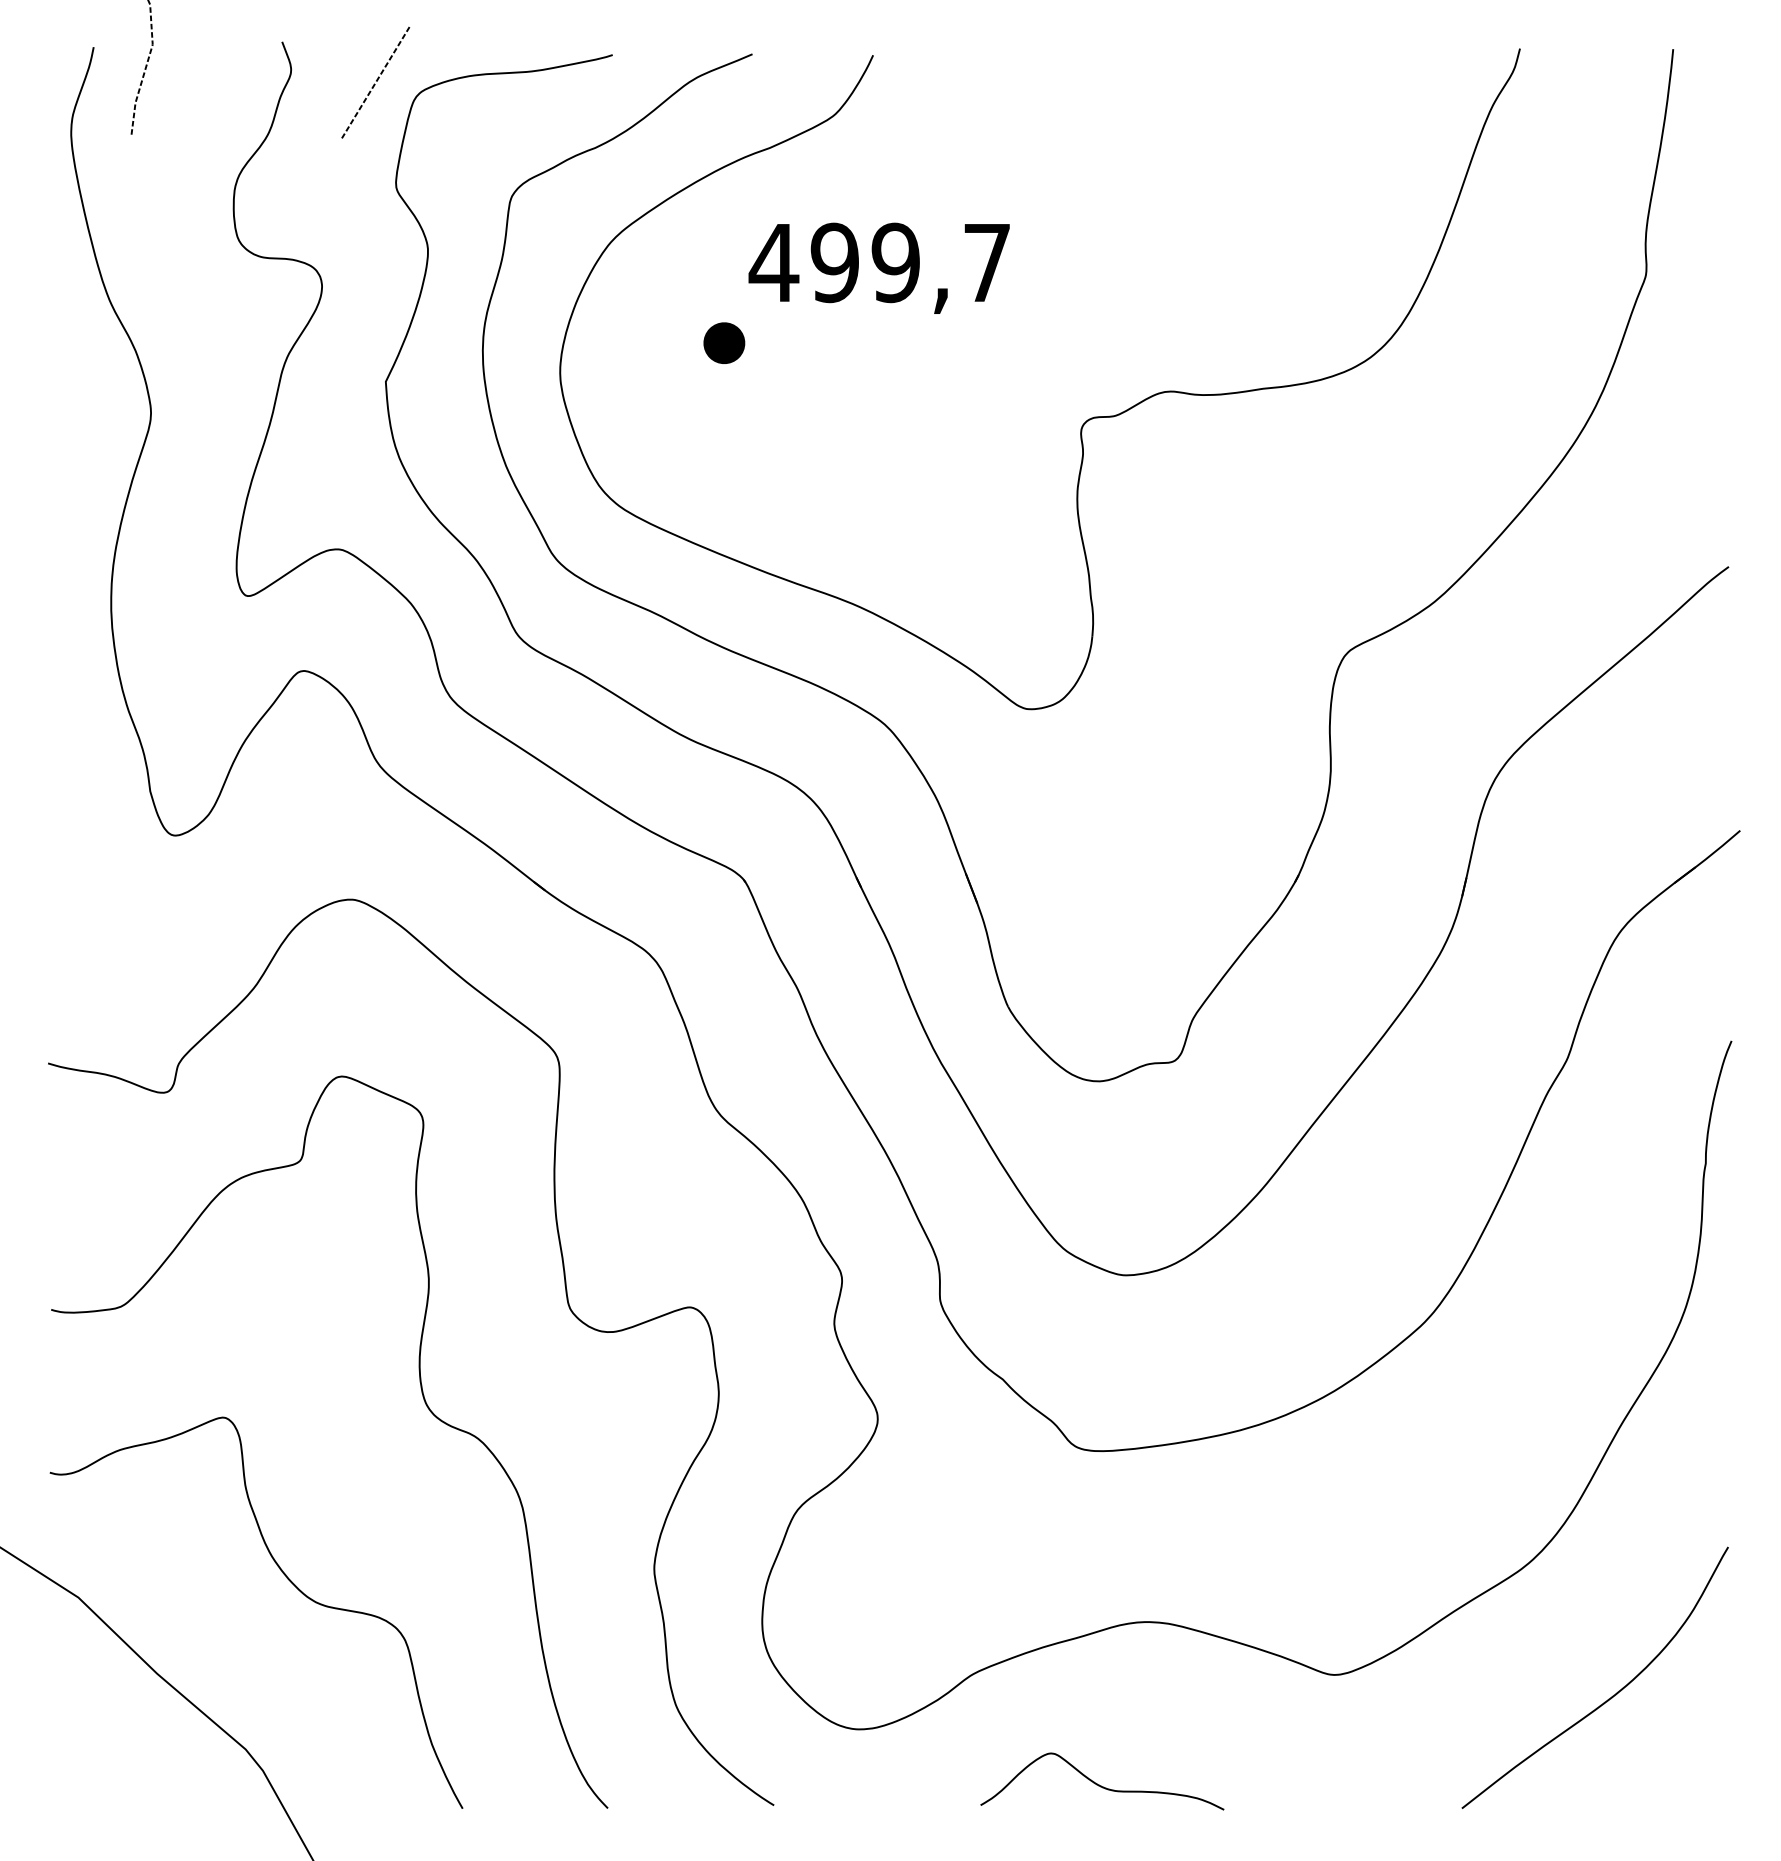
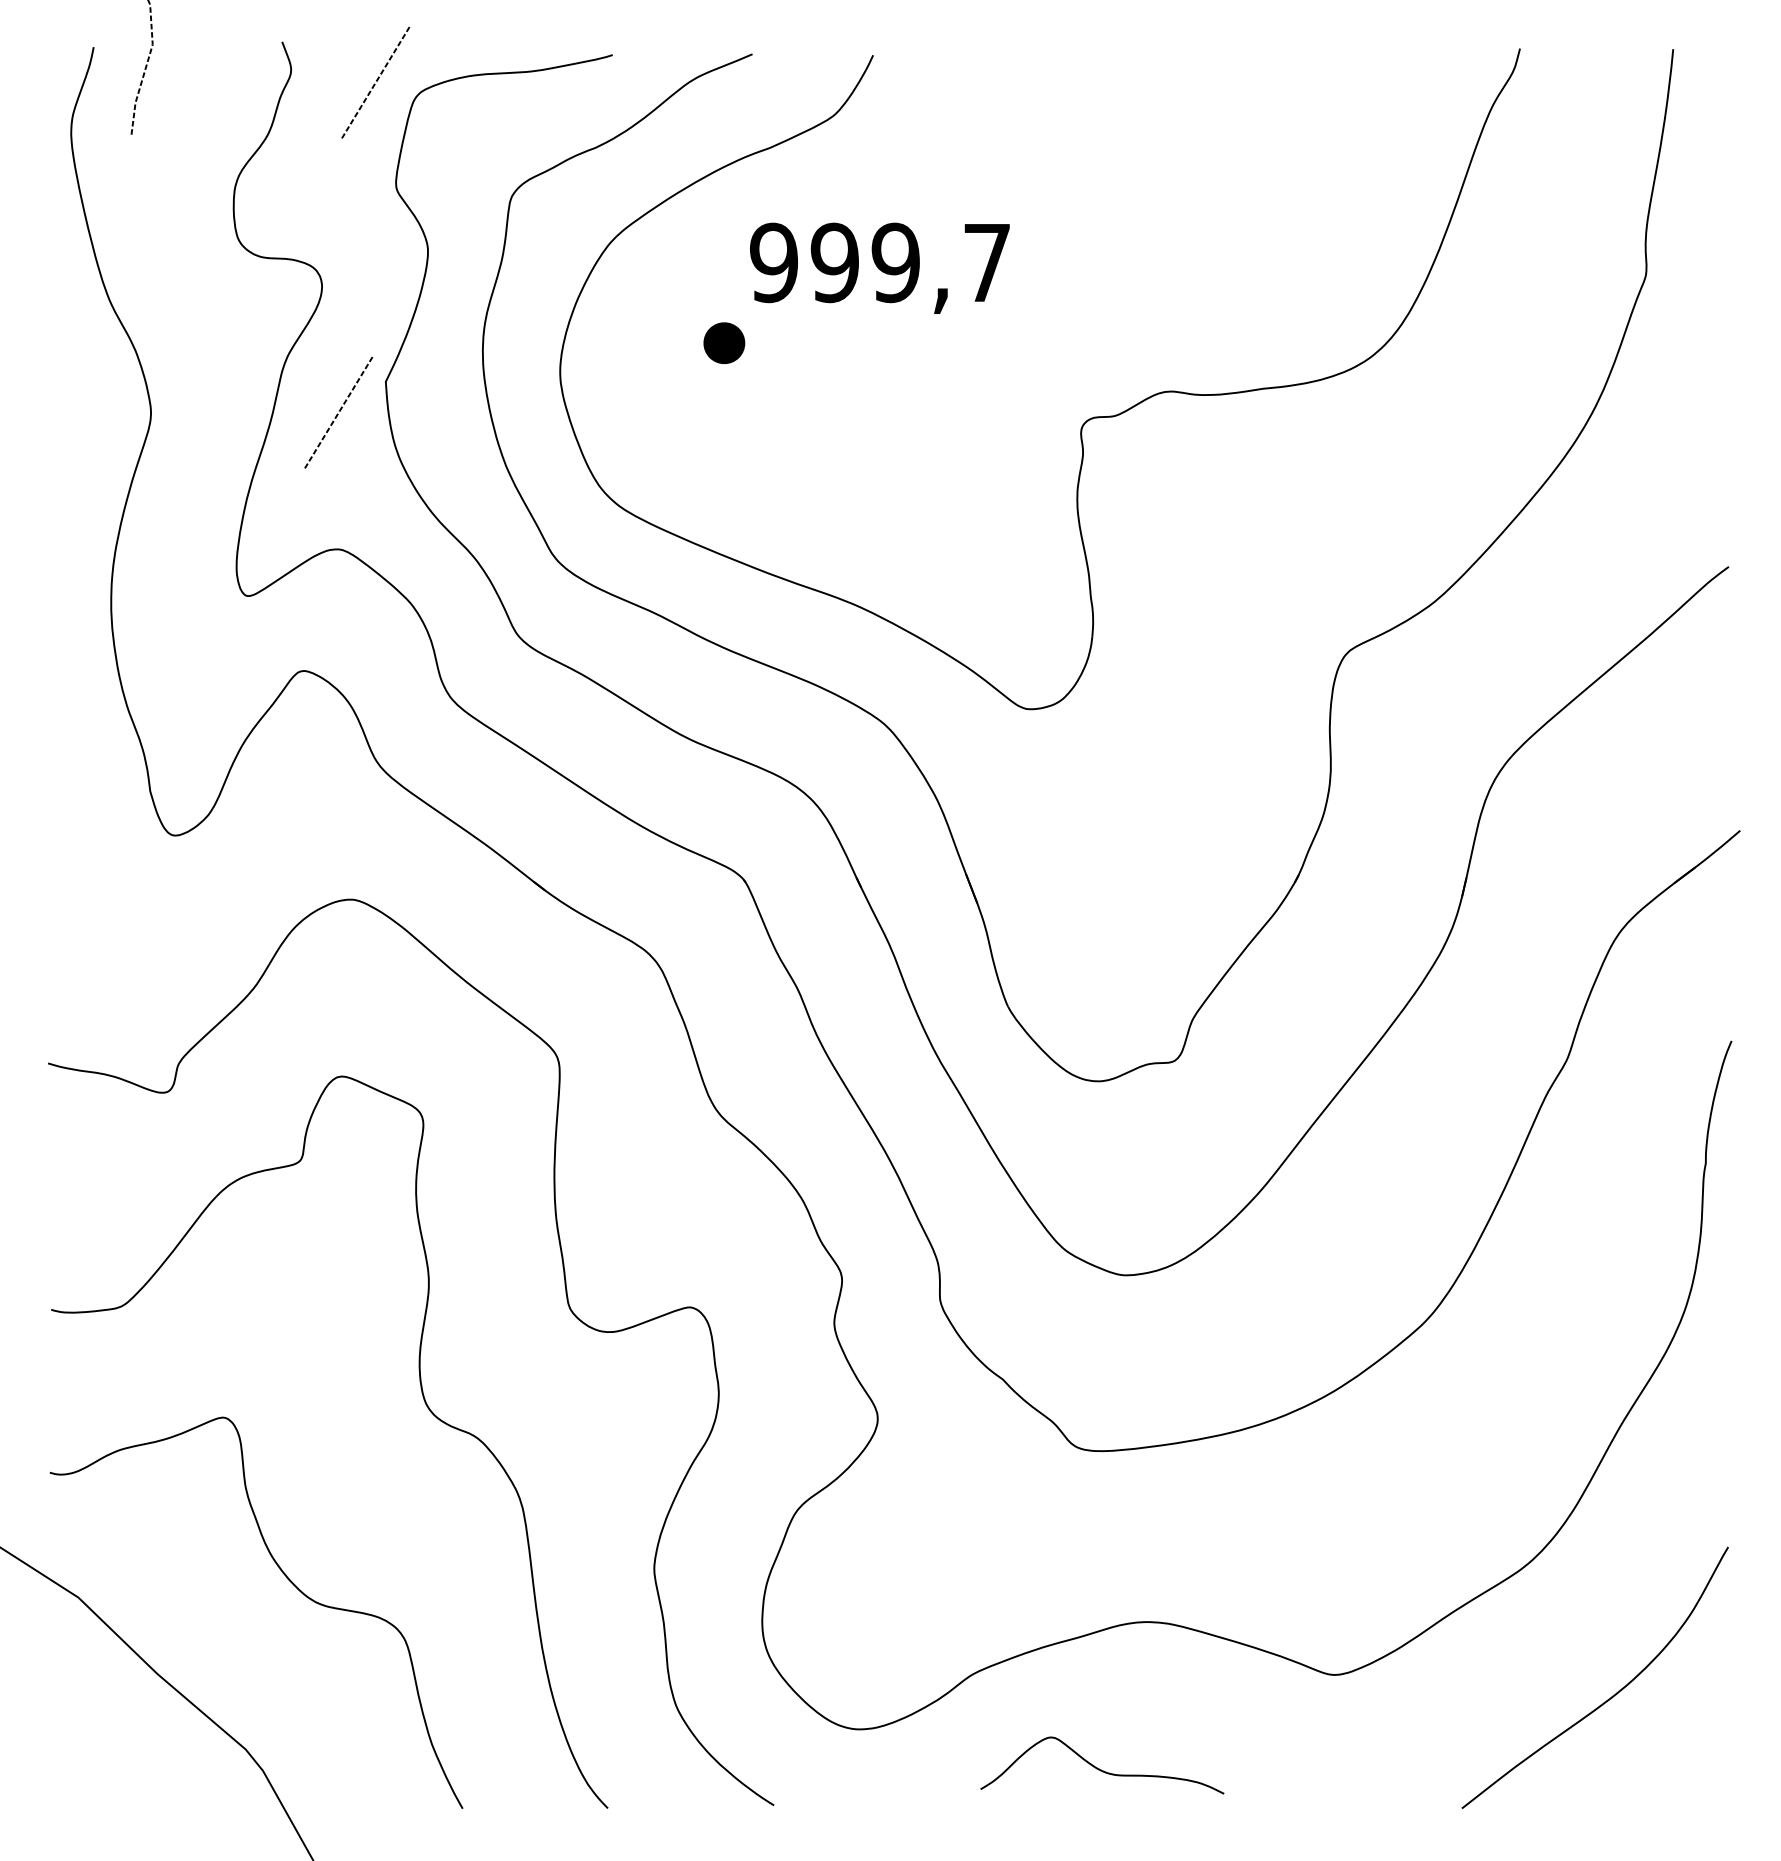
text at (773, 262): 499,7 -> 999,7
line at (339, 411): none -> present
curve at (1101, 1785) position: (1101, 1785) -> (1101, 1769)
